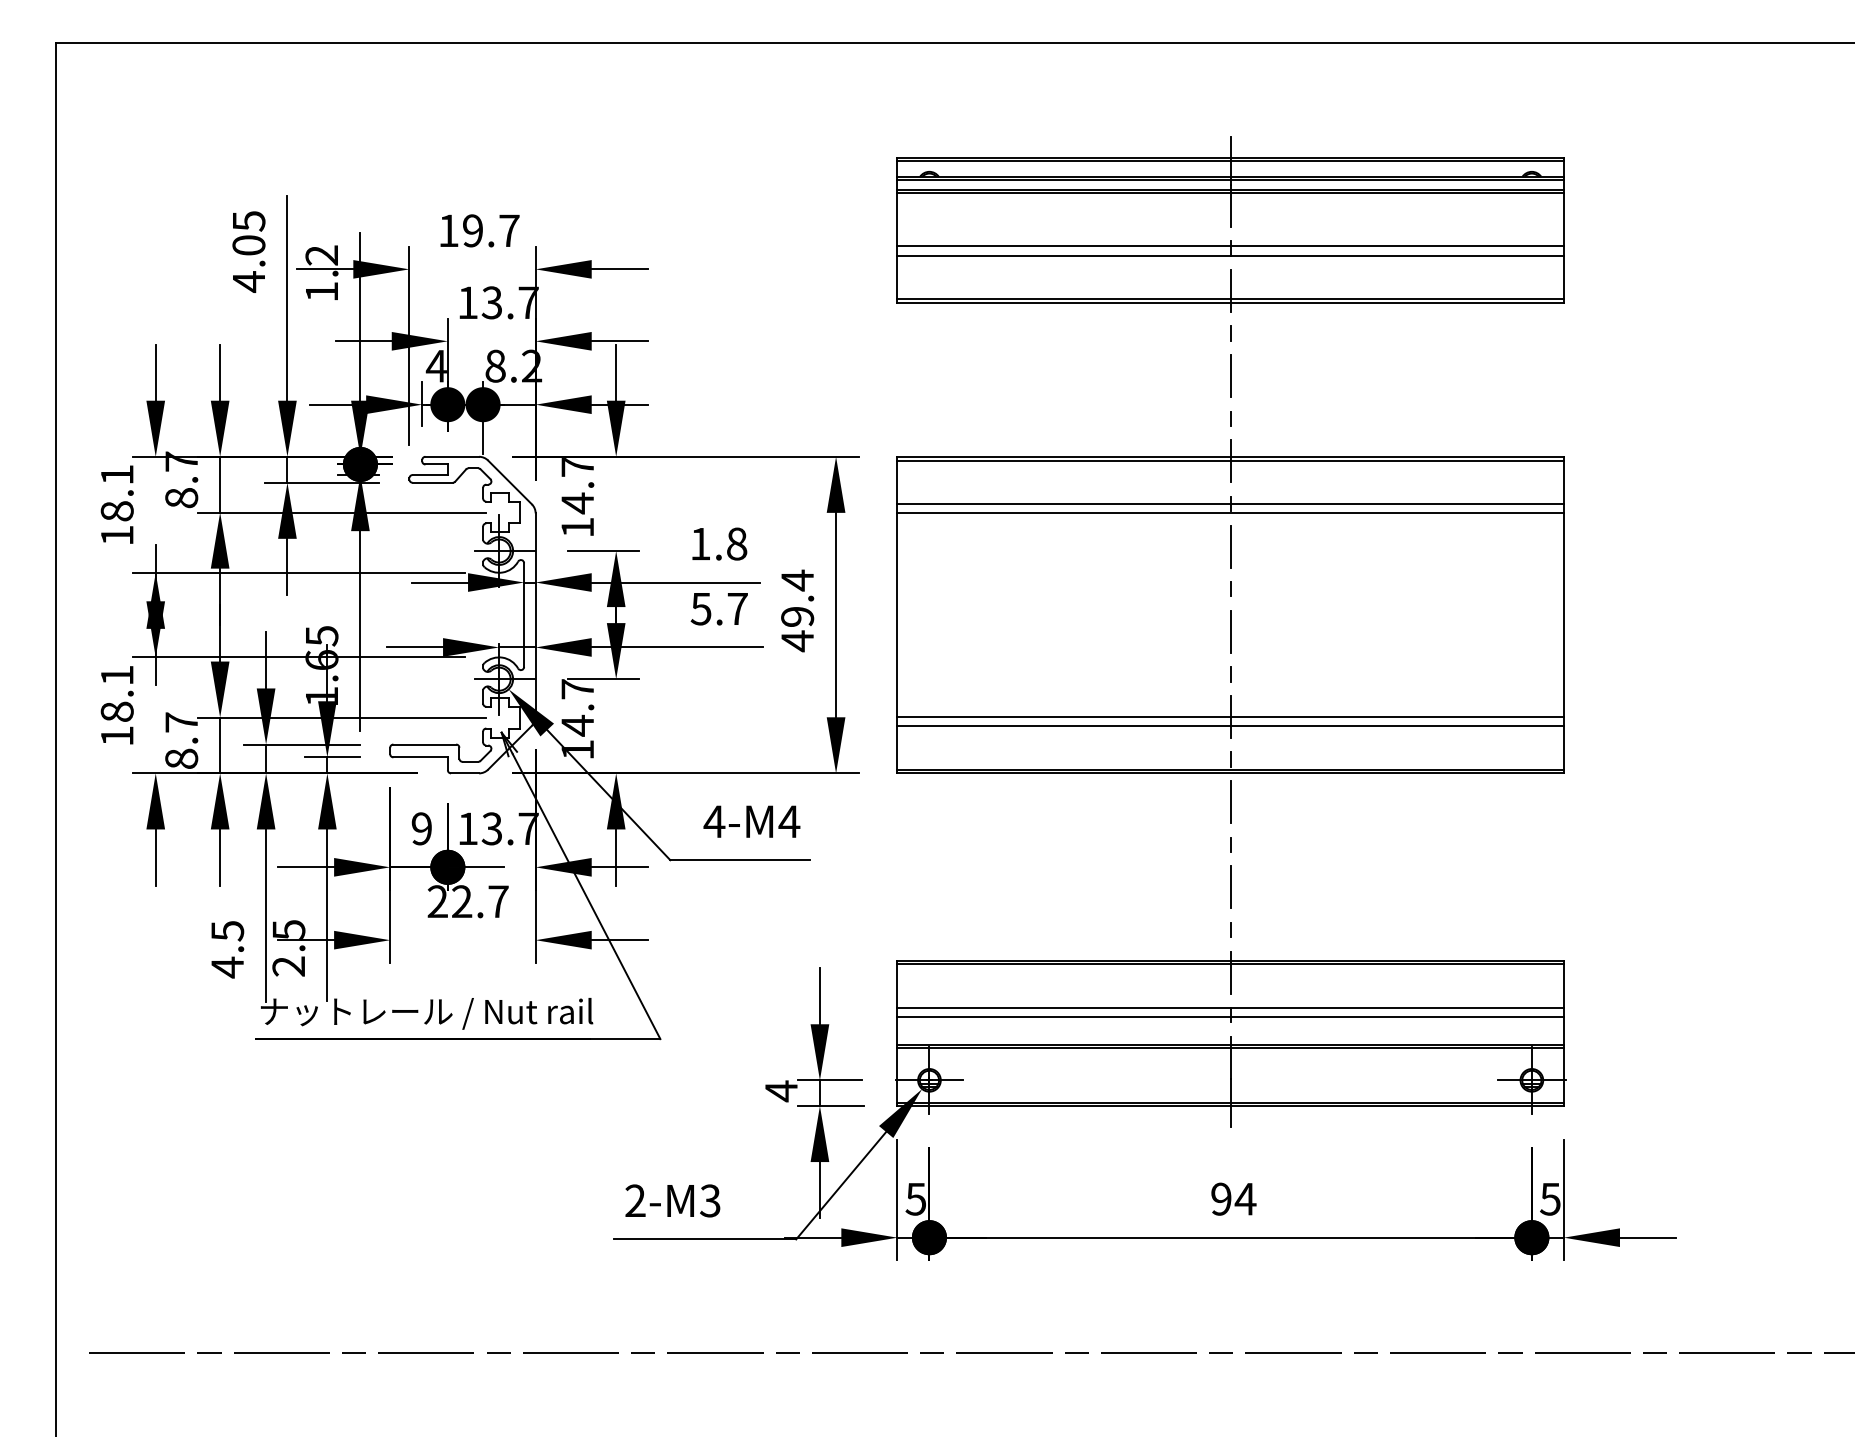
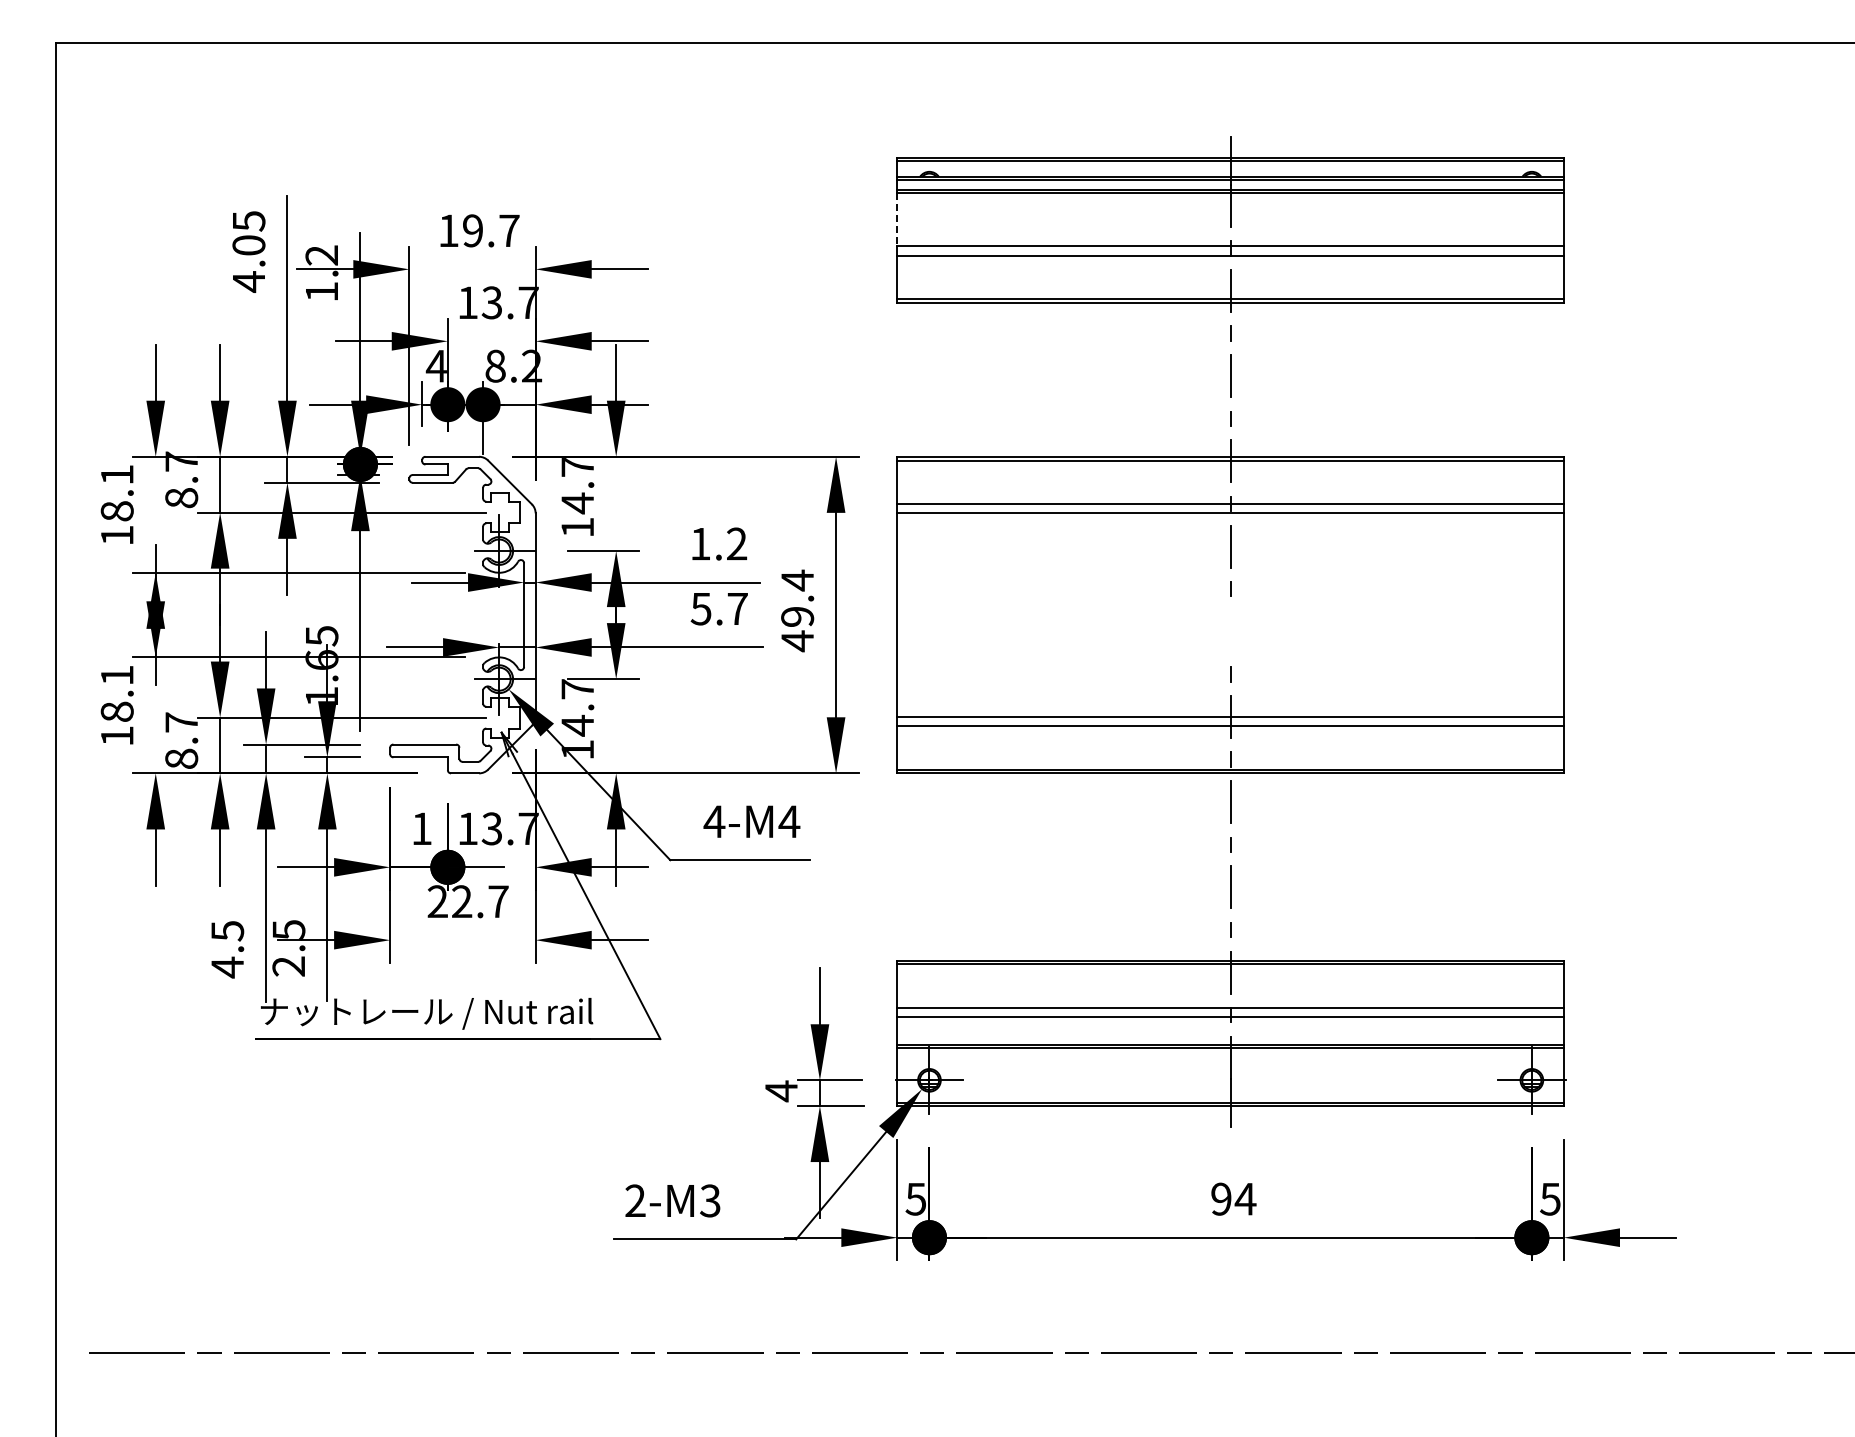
line at (897, 219): solid -> dashed
text at (737, 543): 1.8 -> 1.2
line at (1230, 631): present -> none
text at (421, 828): 9 -> 1
